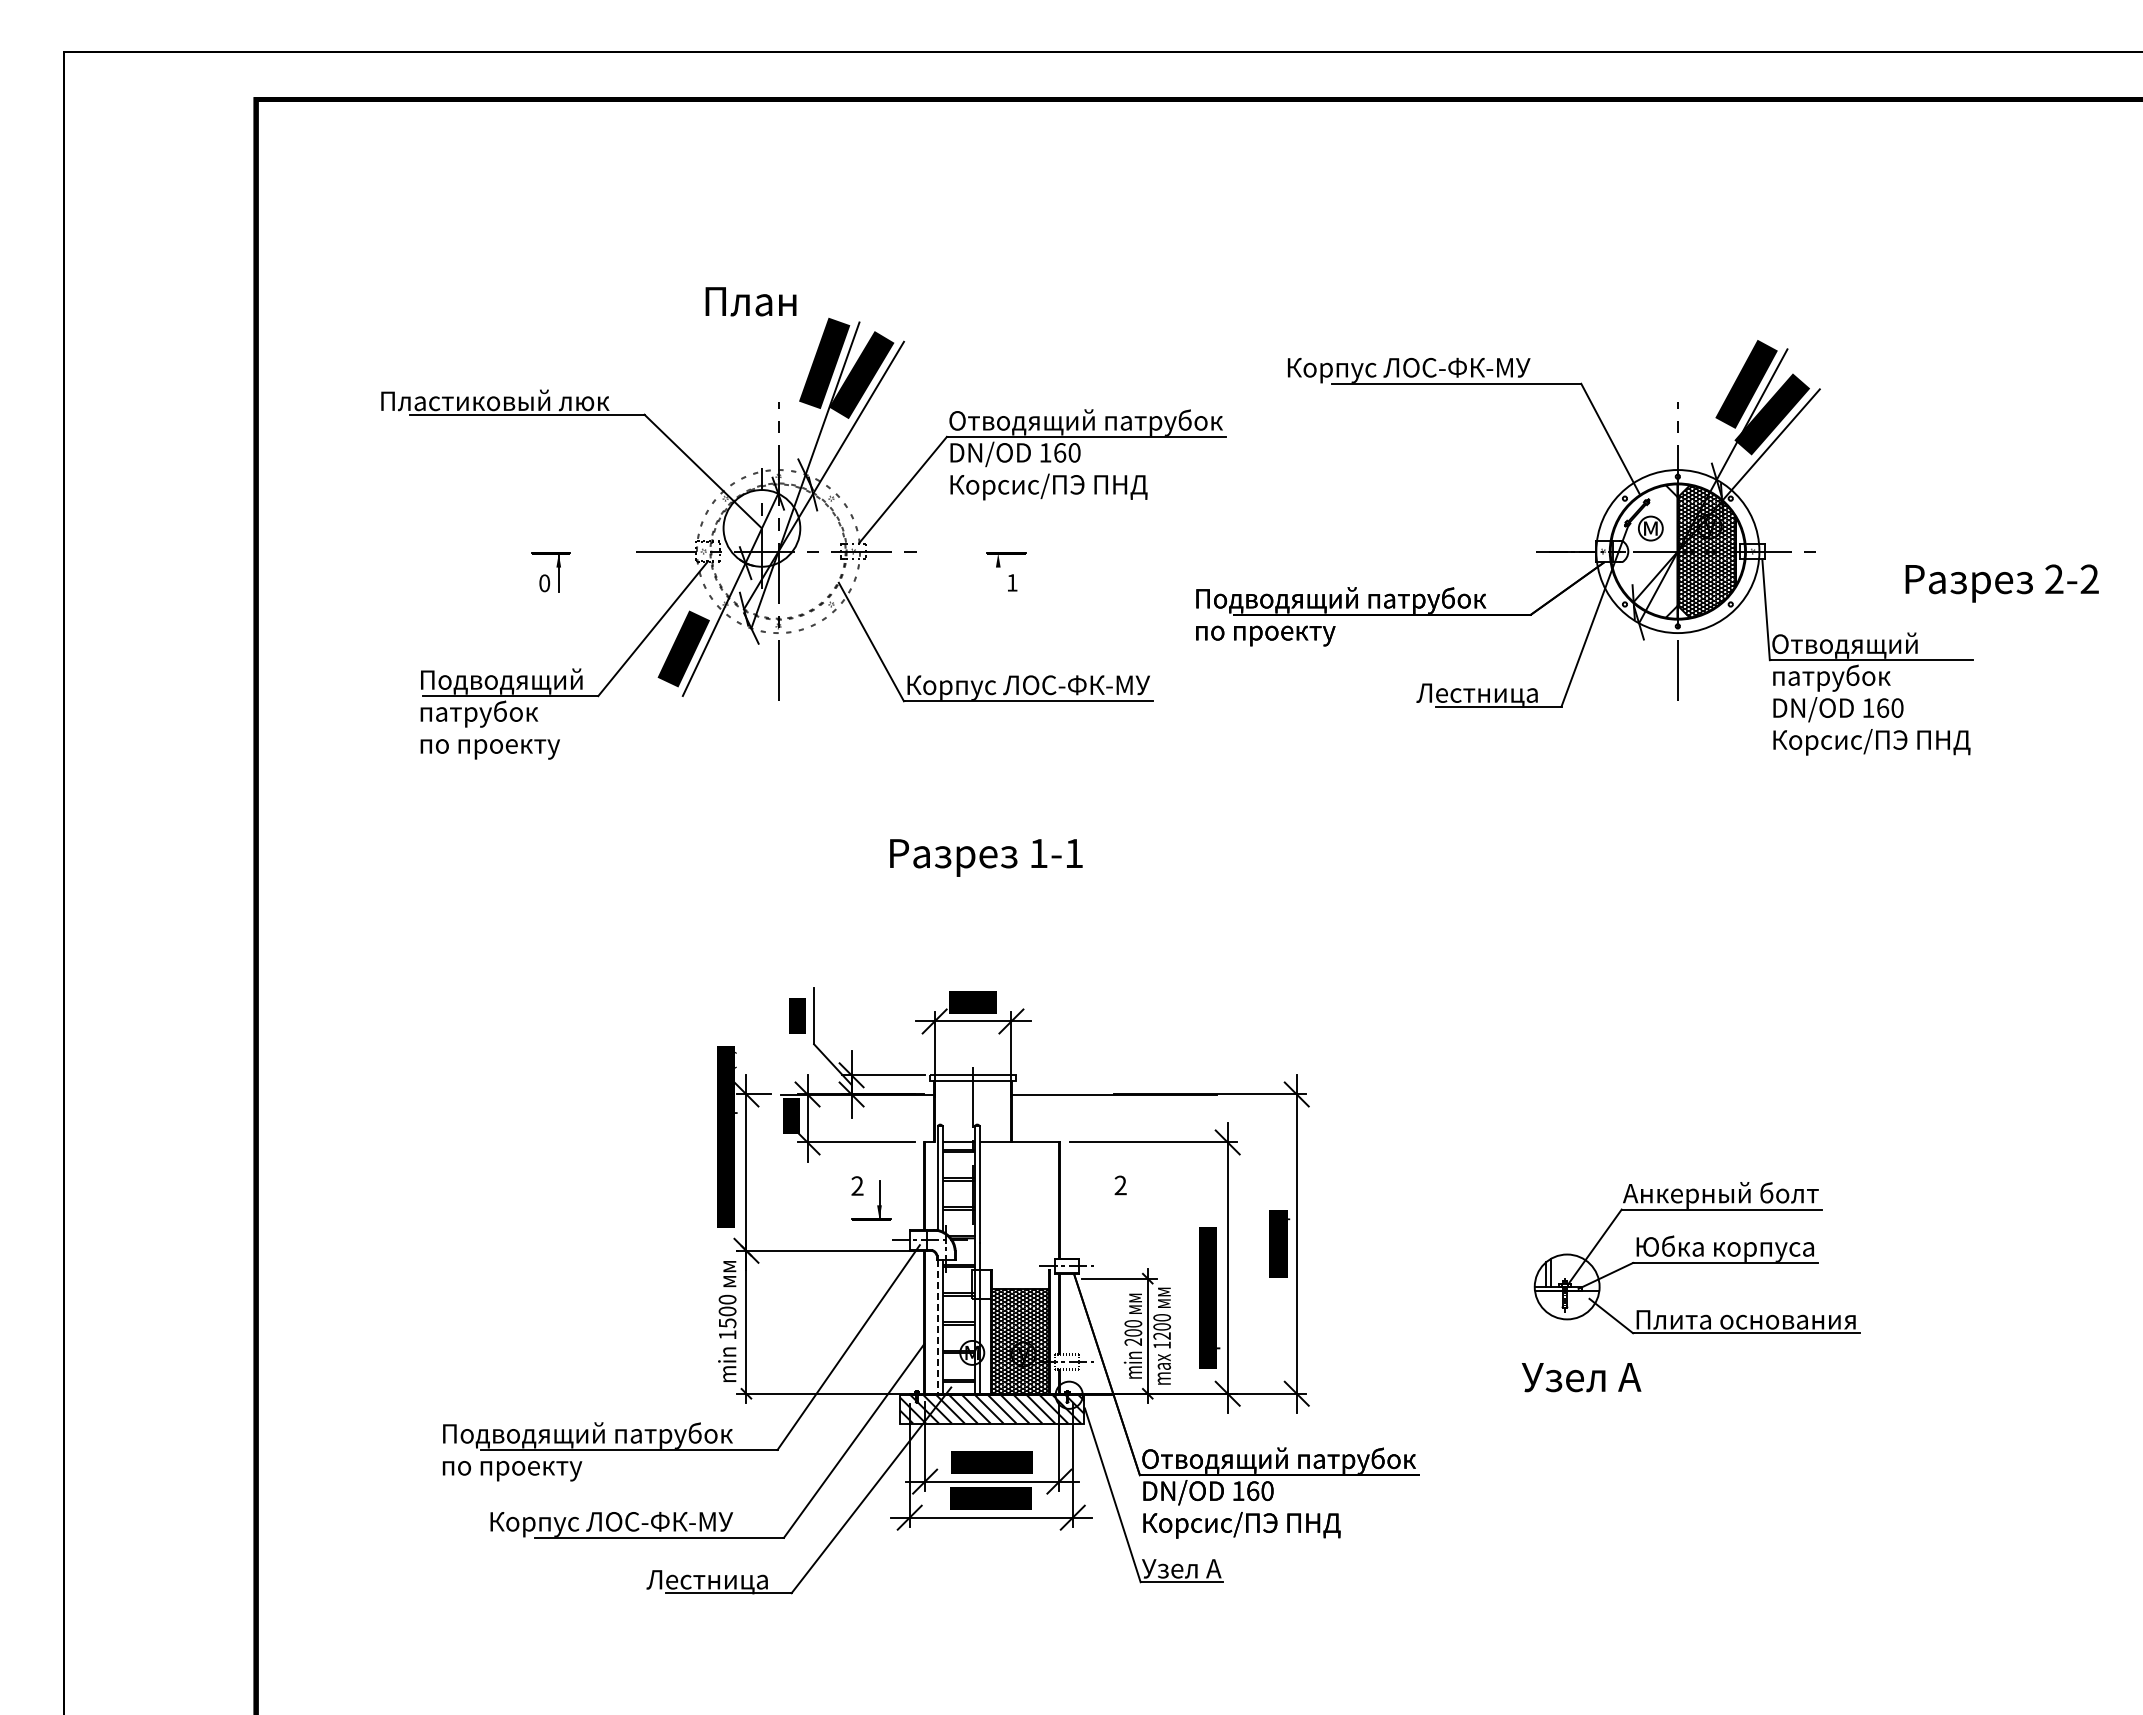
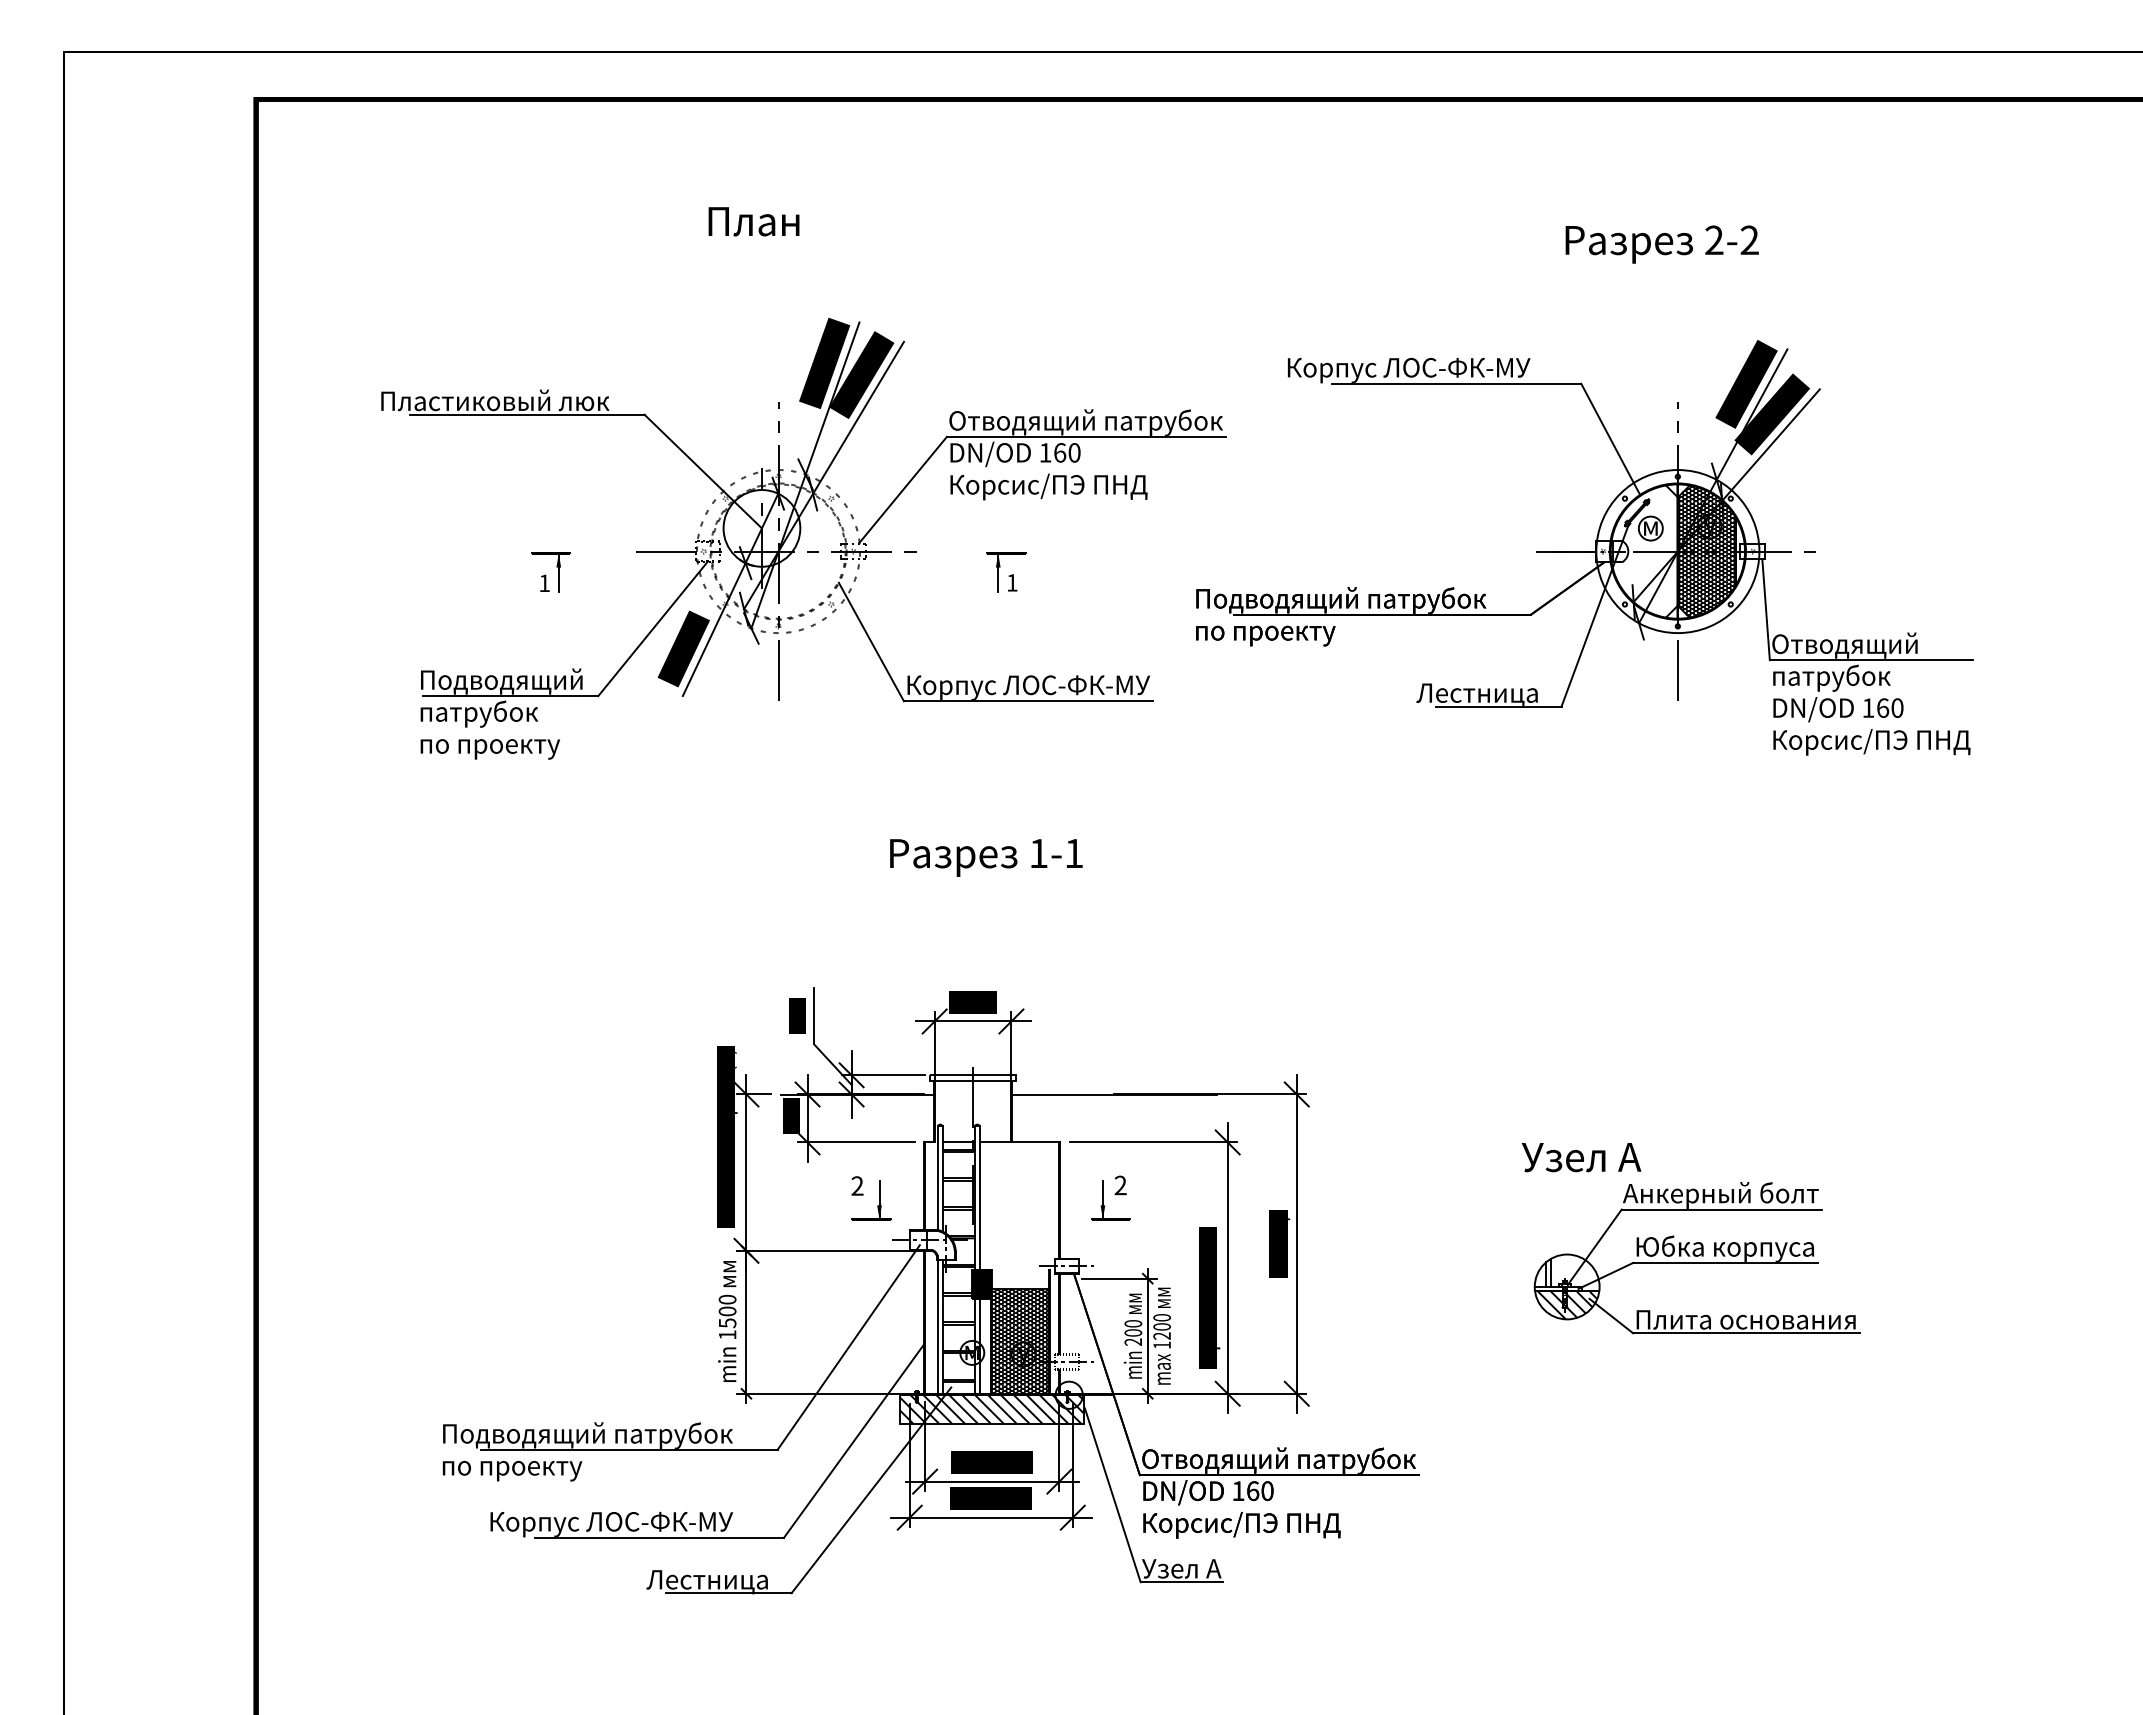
text at (750, 301) position: (750, 301) -> (753, 221)
line at (998, 572): none -> present
text at (544, 583): 0 -> 1
text at (2001, 583) position: (2001, 583) -> (1661, 244)
part at (1103, 1200): none -> present
hatch at (981, 1284): none -> present
hatch at (1567, 1305): none -> present
line at (937, 1327): dashed -> solid
text at (1581, 1377) position: (1581, 1377) -> (1581, 1157)
